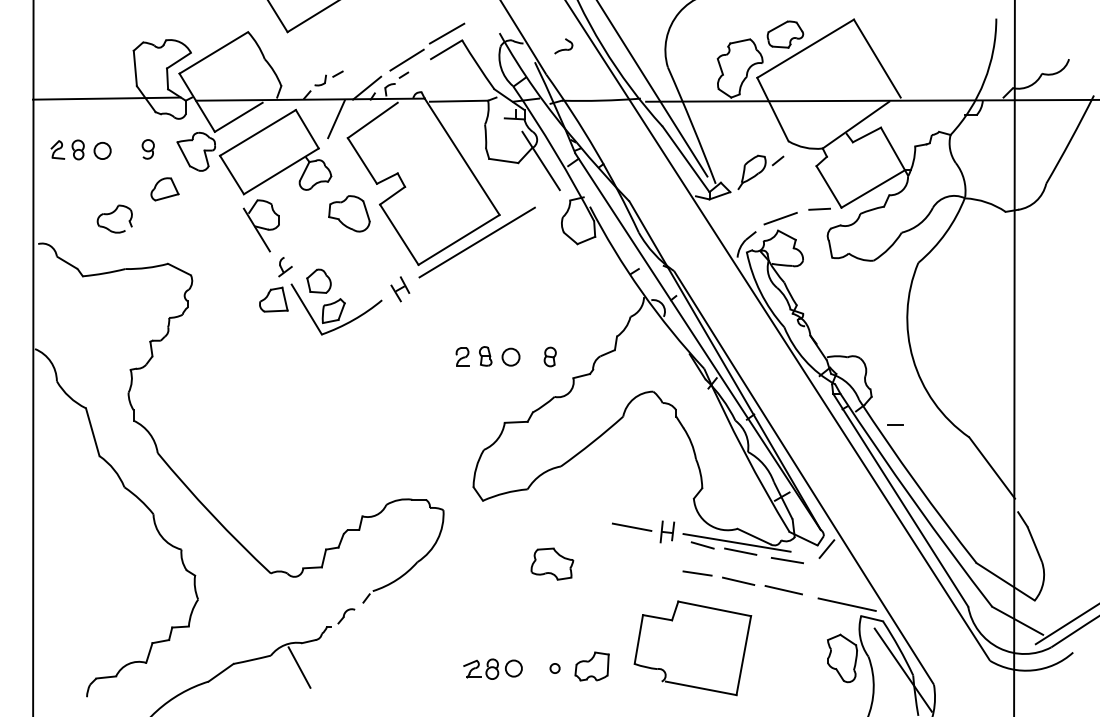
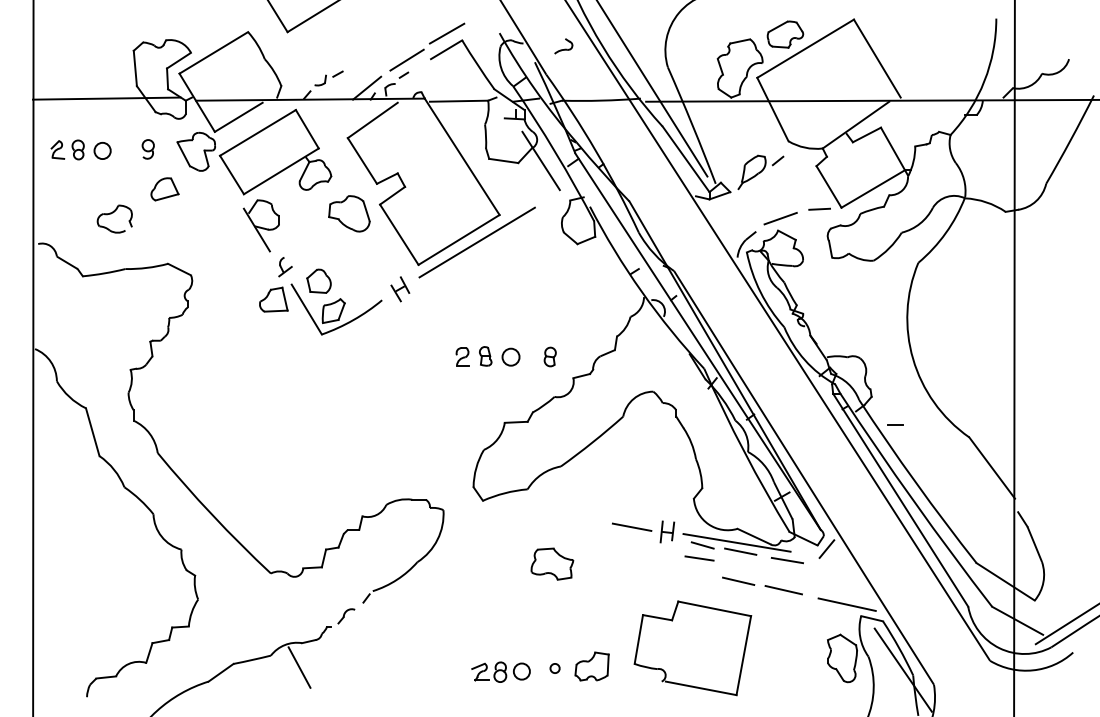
line at (336, 119): present -> none
line at (697, 573) position: (697, 573) -> (699, 558)
part at (492, 668) position: (492, 668) -> (500, 671)
